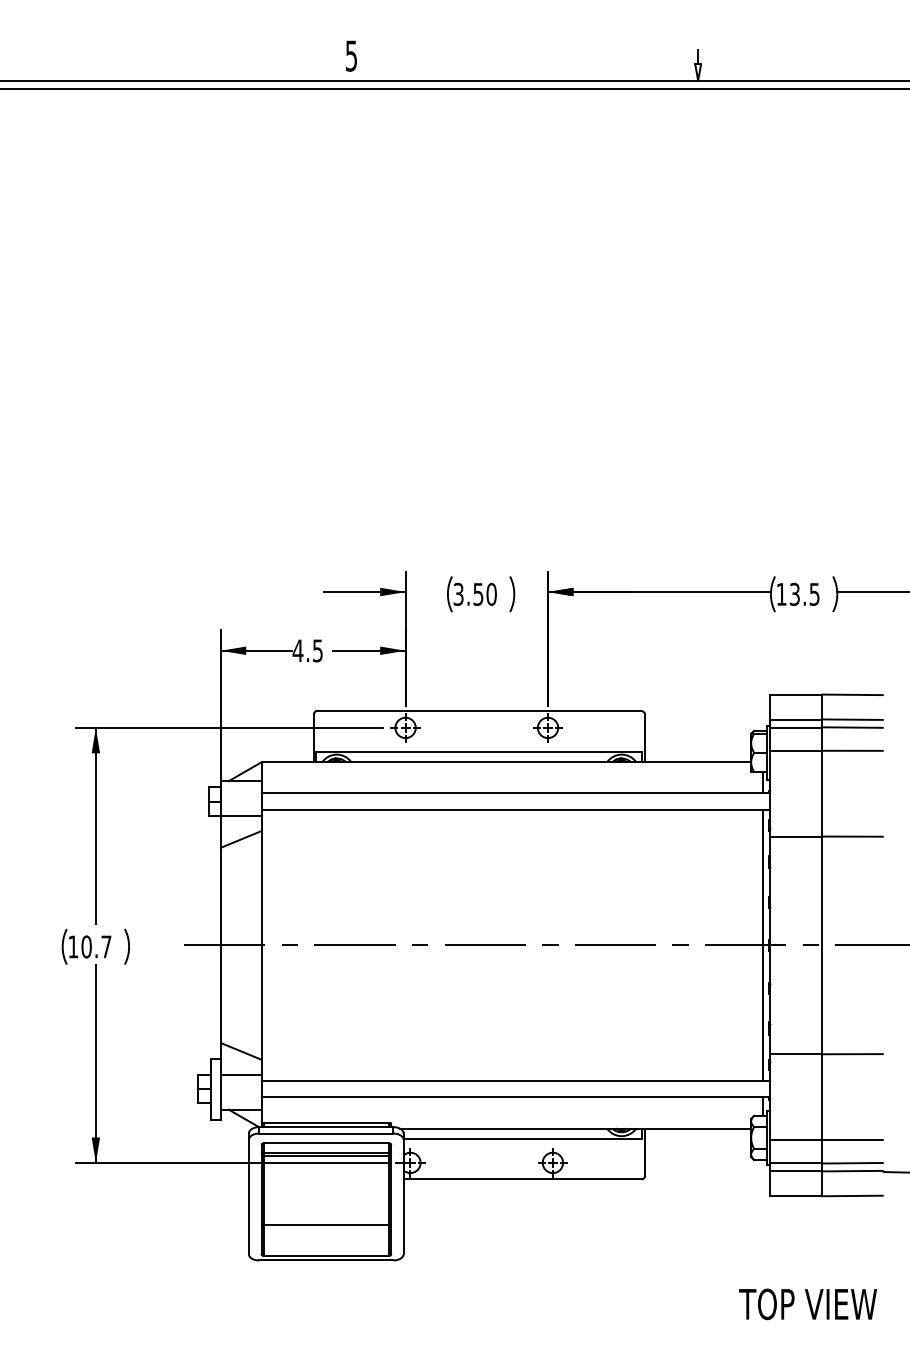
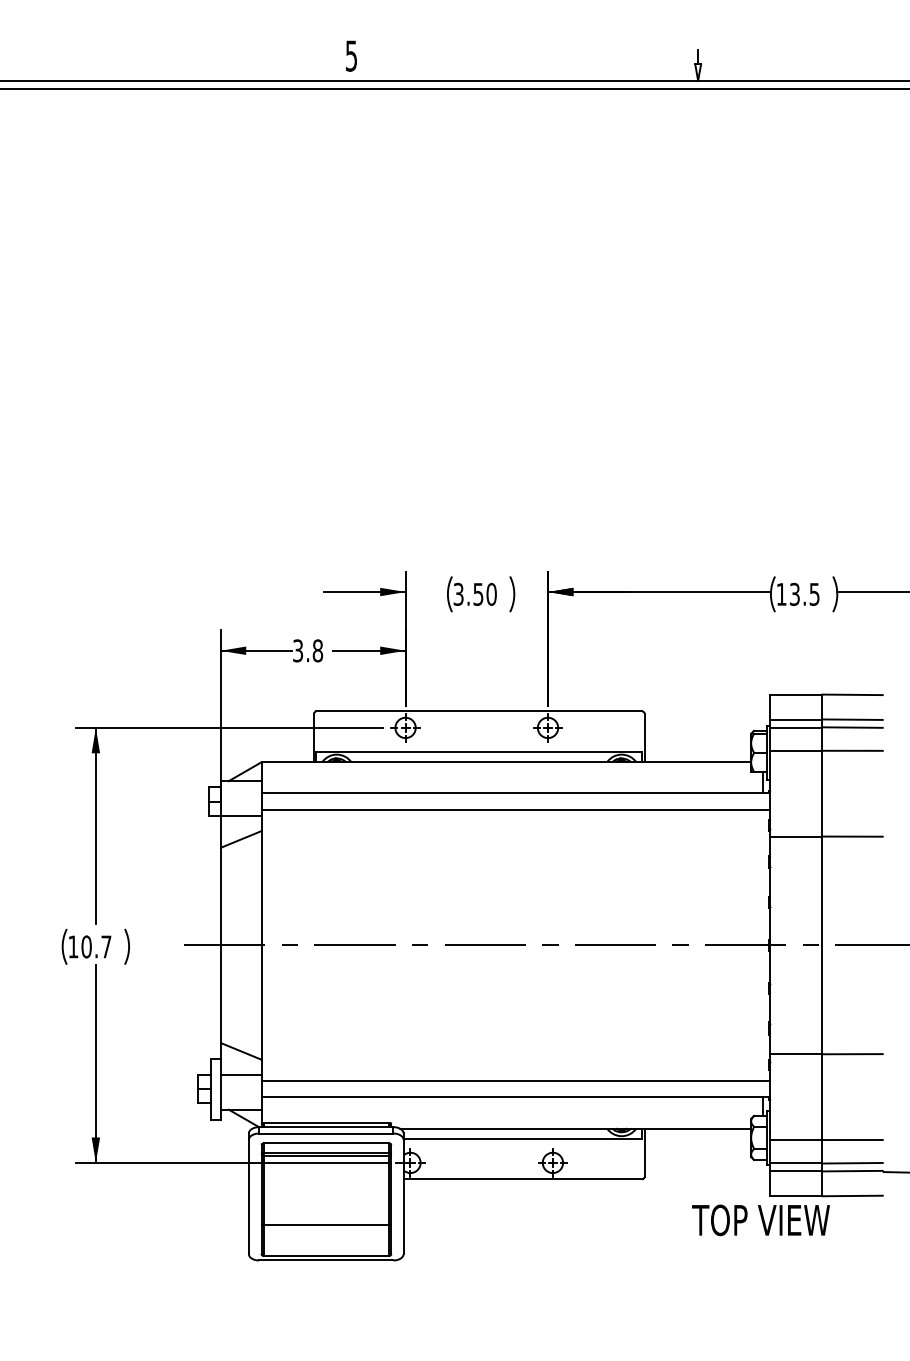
text at (307, 650): 4.5 -> 3.8
line at (763, 945): present -> none
text at (807, 1304) position: (807, 1304) -> (760, 1220)
